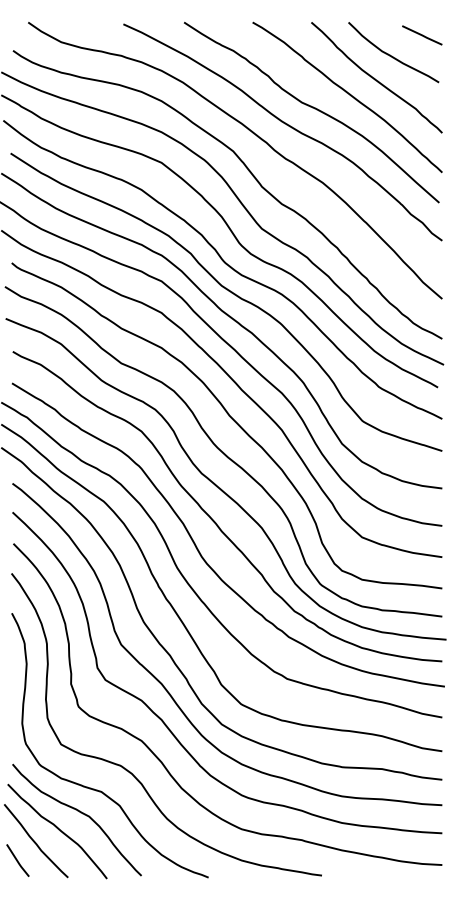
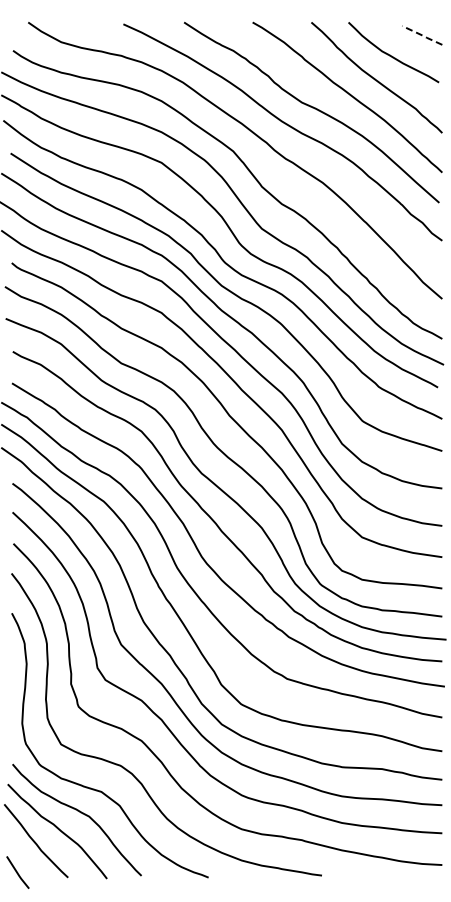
line at (422, 35): solid -> dashed
line at (17, 860) position: (17, 860) -> (17, 872)
